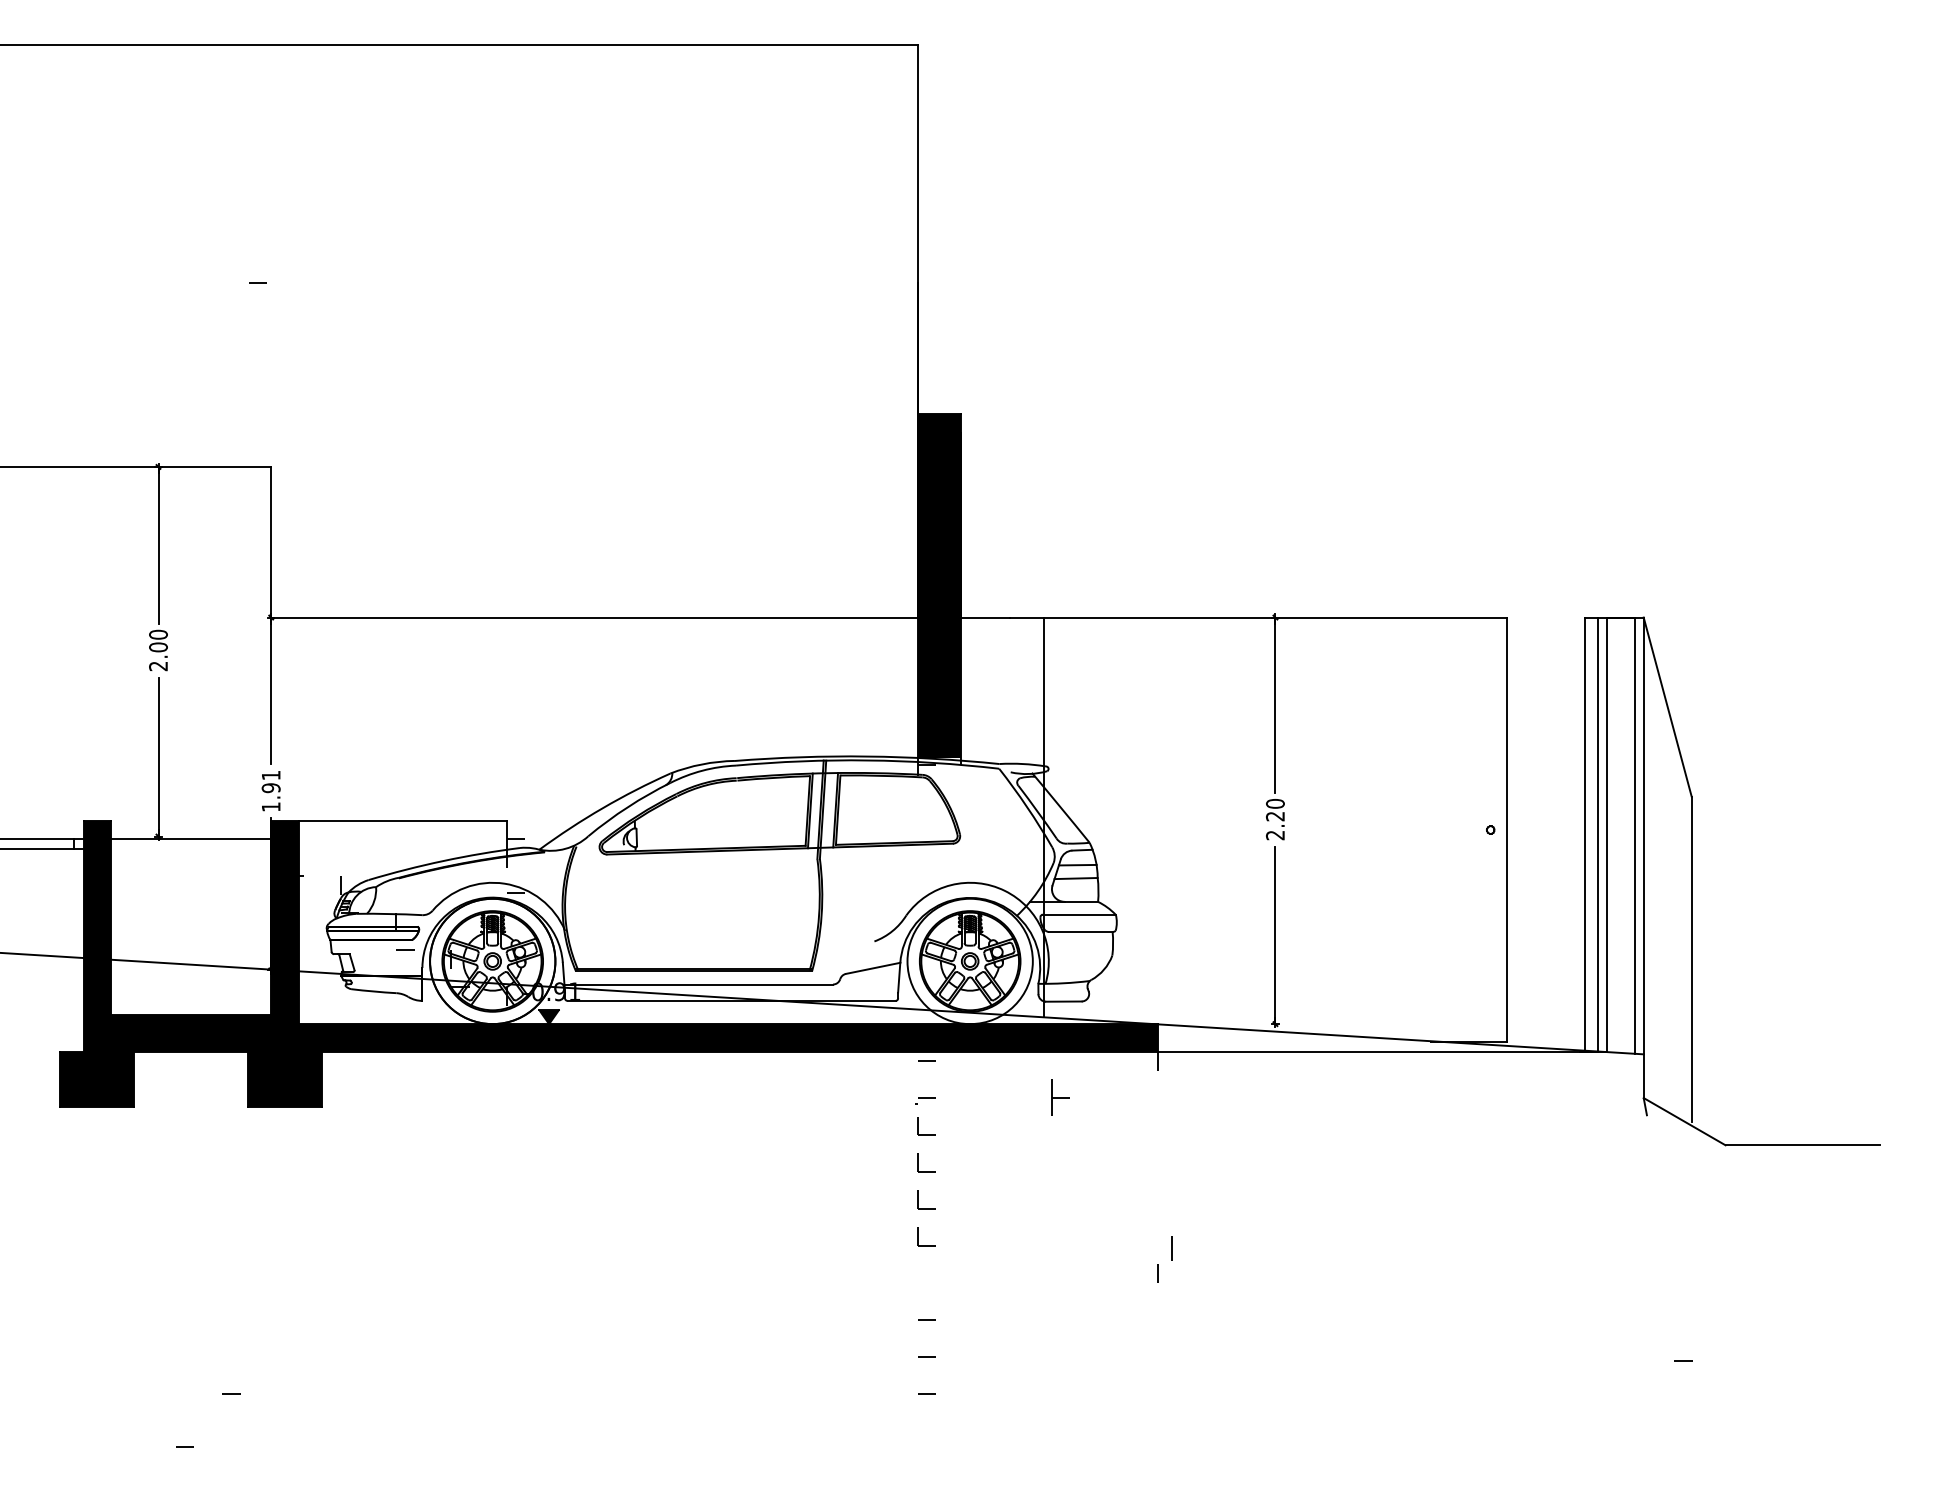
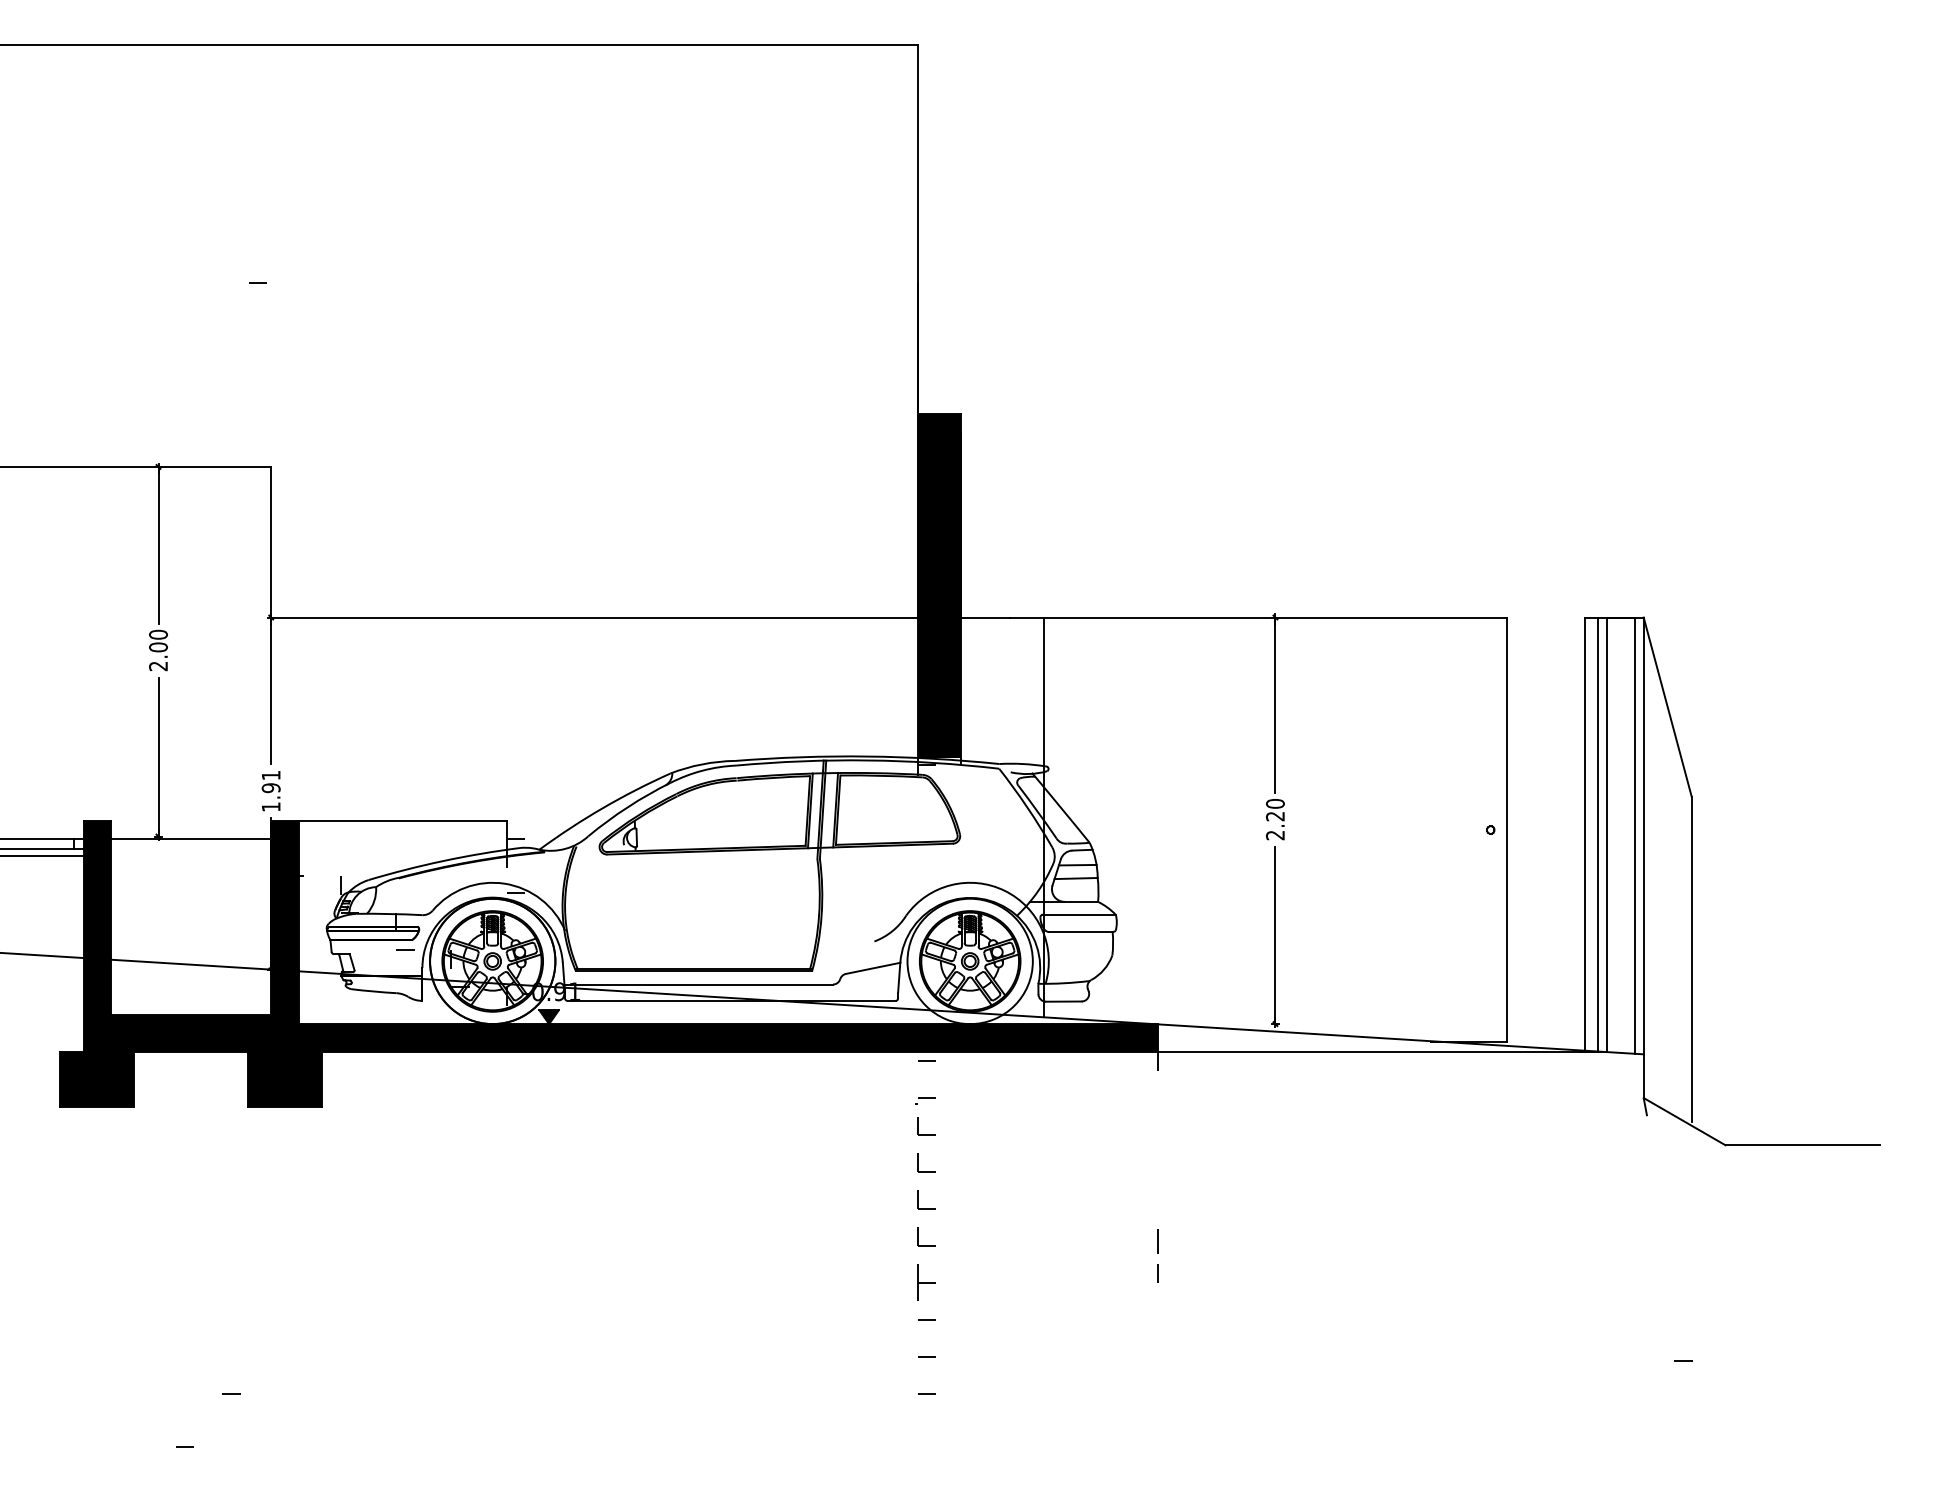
line at (42, 855): none -> present
part at (1060, 1097) position: (1060, 1097) -> (926, 1282)
line at (1171, 1248) position: (1171, 1248) -> (1157, 1241)
